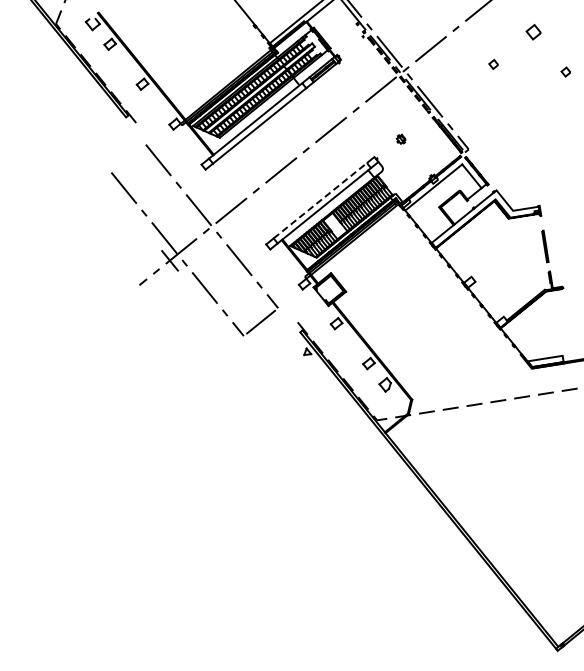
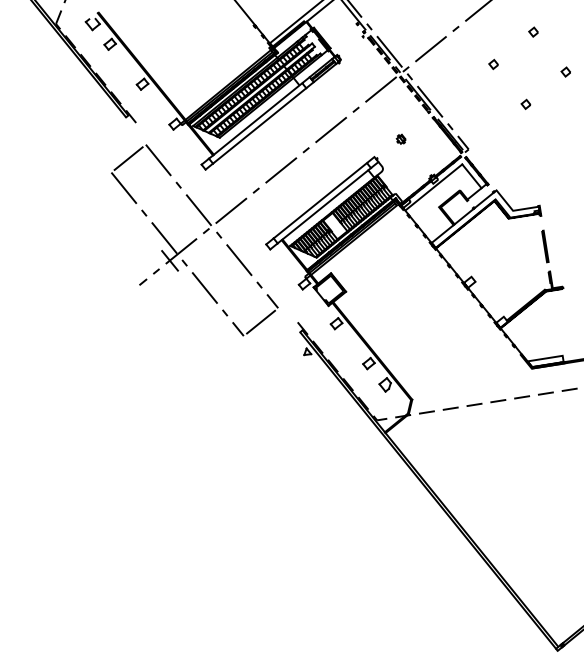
part at (533, 32) size: 17x17 px -> 11x12 px
part at (525, 103): none -> present
line at (128, 158): none -> present
line at (320, 200): dashed -> solid
